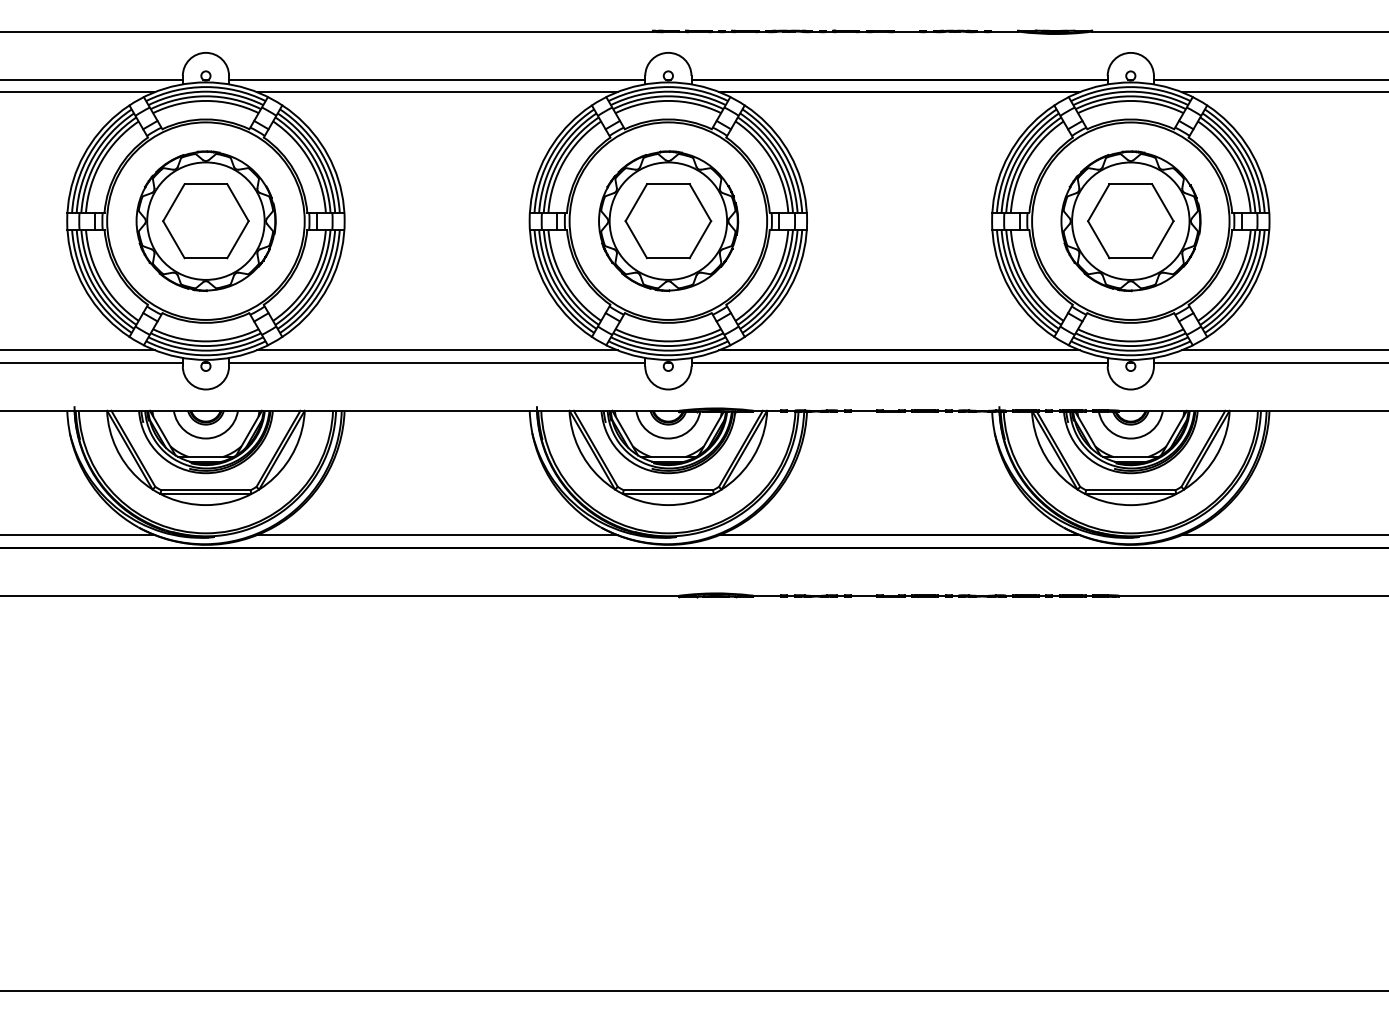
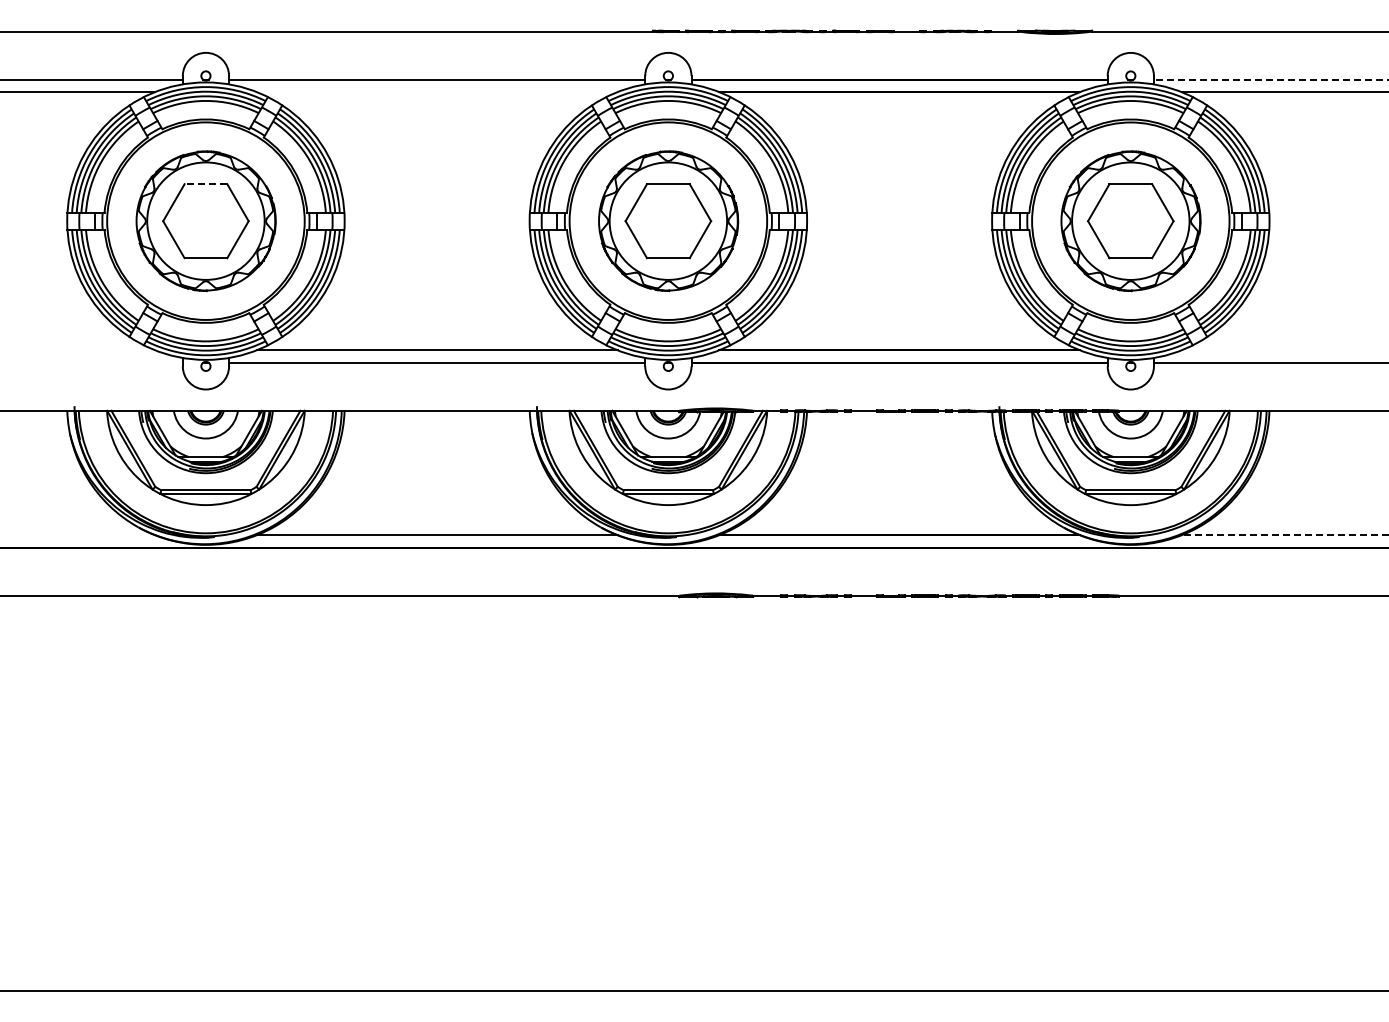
line at (1270, 79): solid -> dashed
line at (436, 92): present -> none
line at (205, 184): solid -> dashed
line at (78, 350): present -> none
line at (1283, 350): present -> none
line at (92, 362): present -> none
line at (78, 535): present -> none
line at (1285, 535): solid -> dashed
